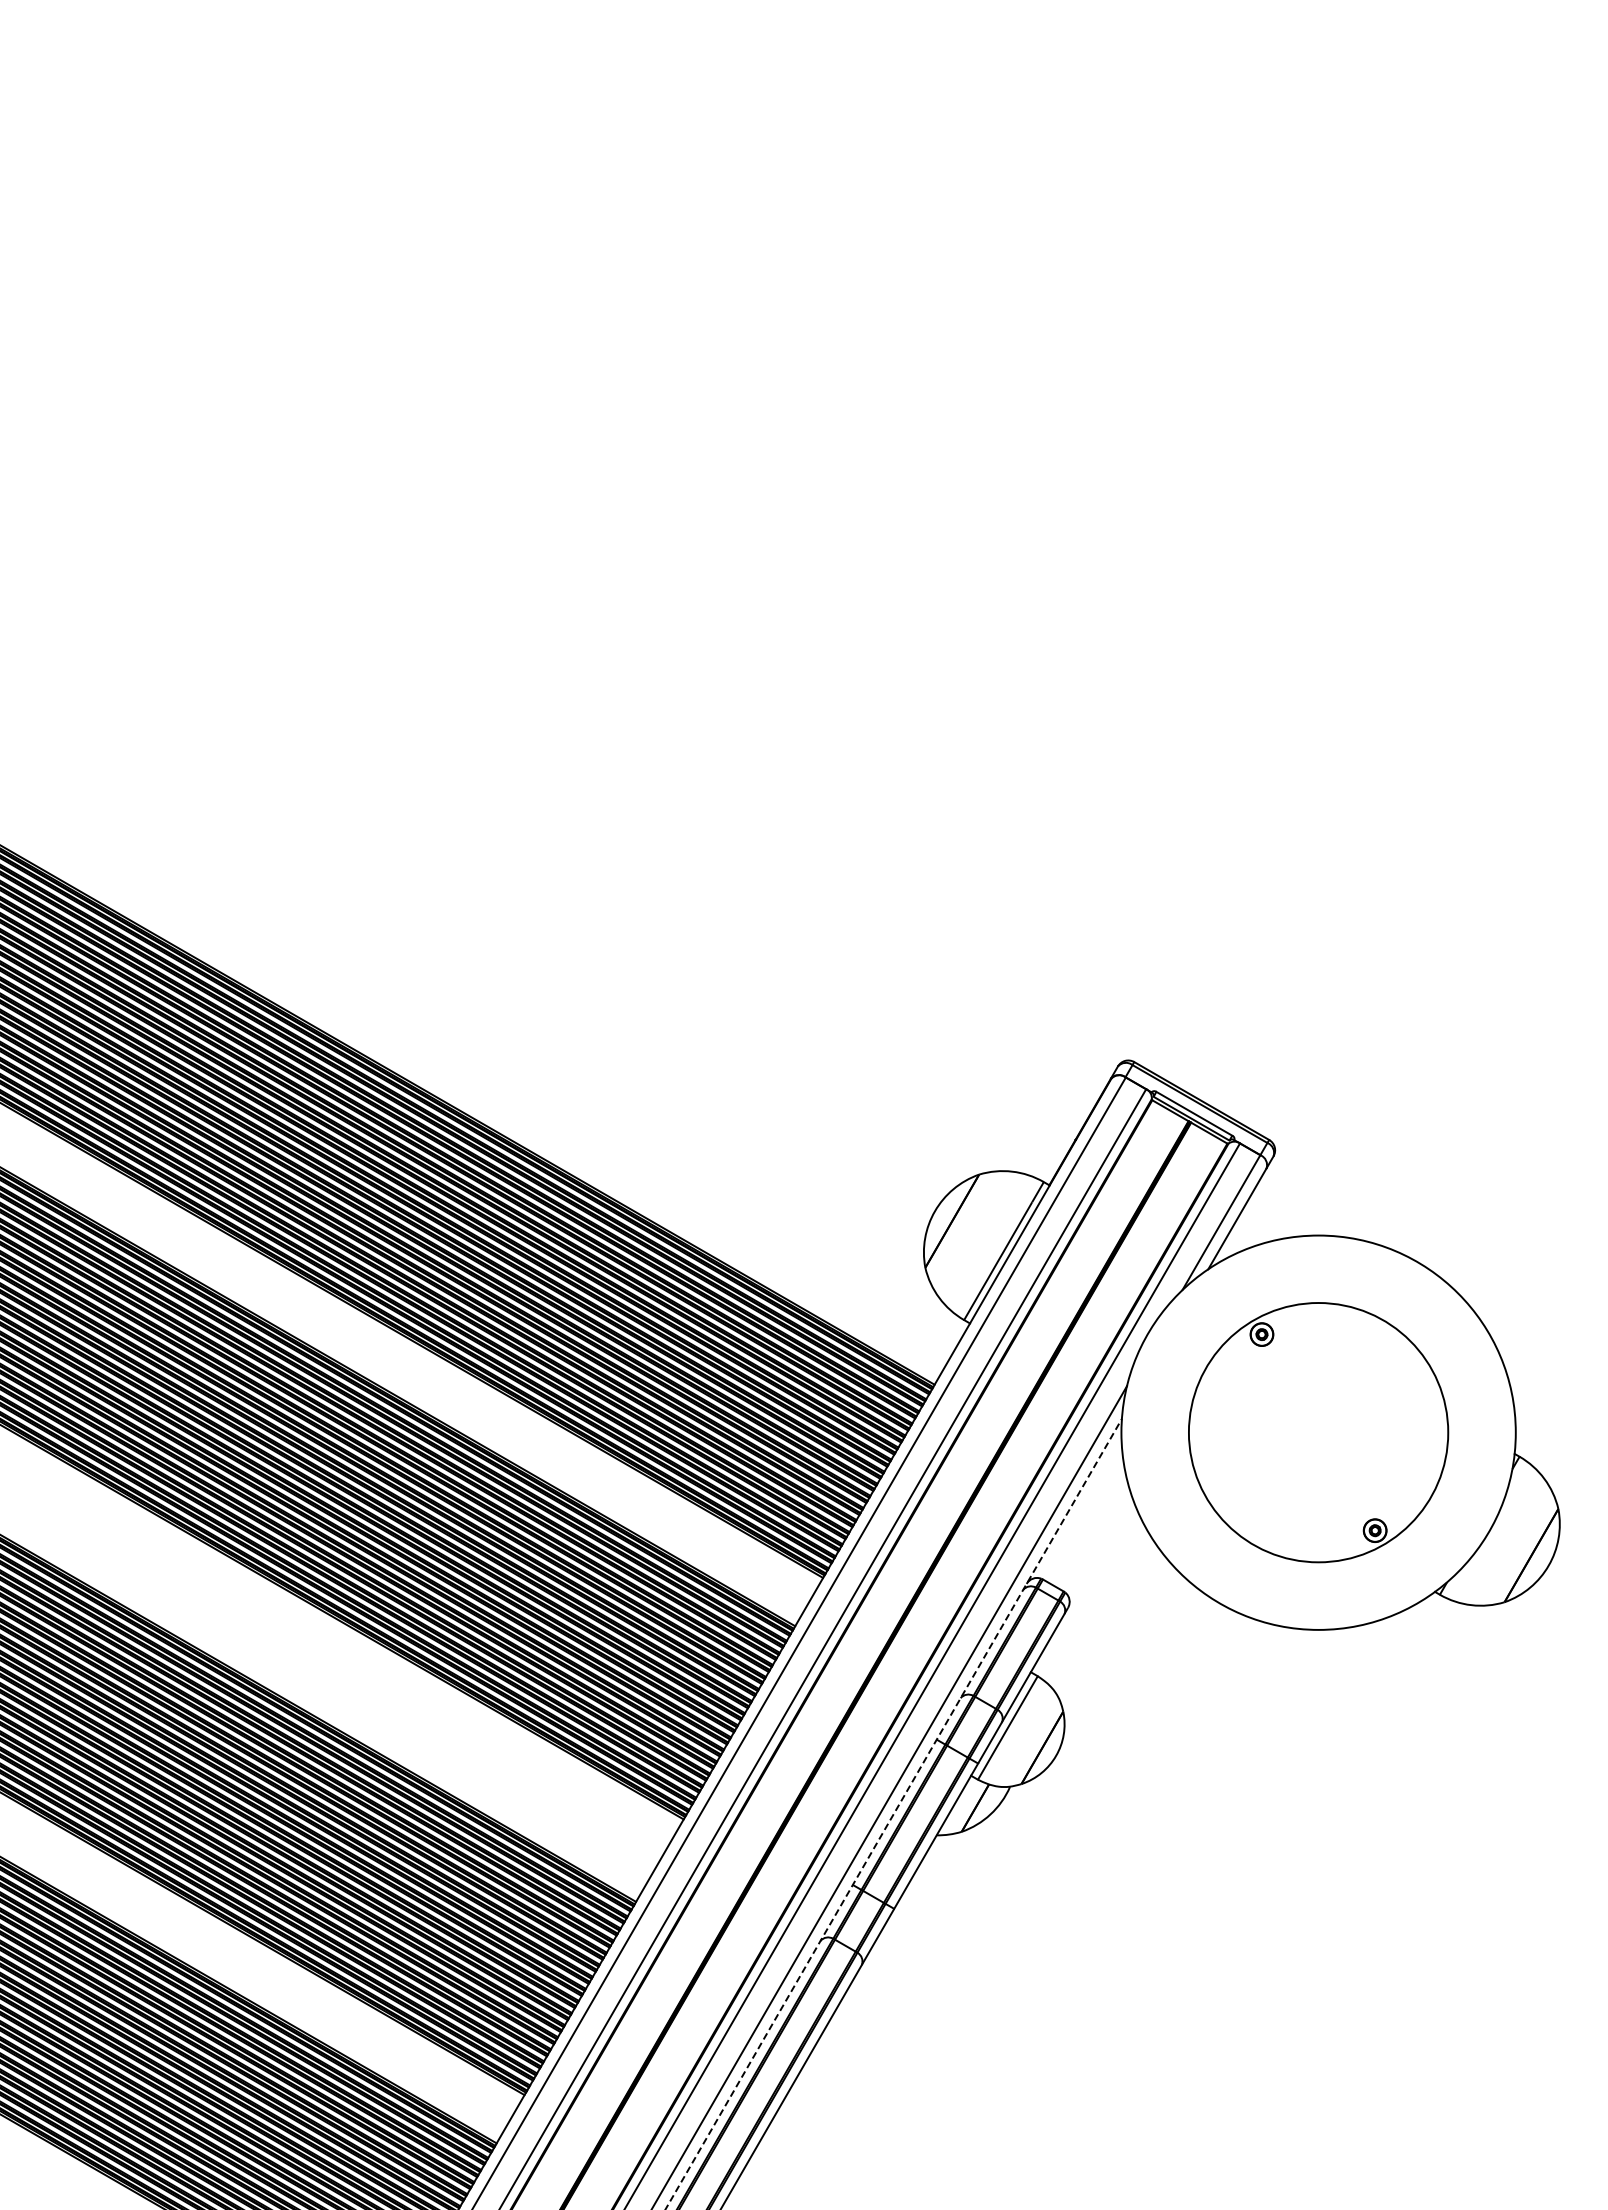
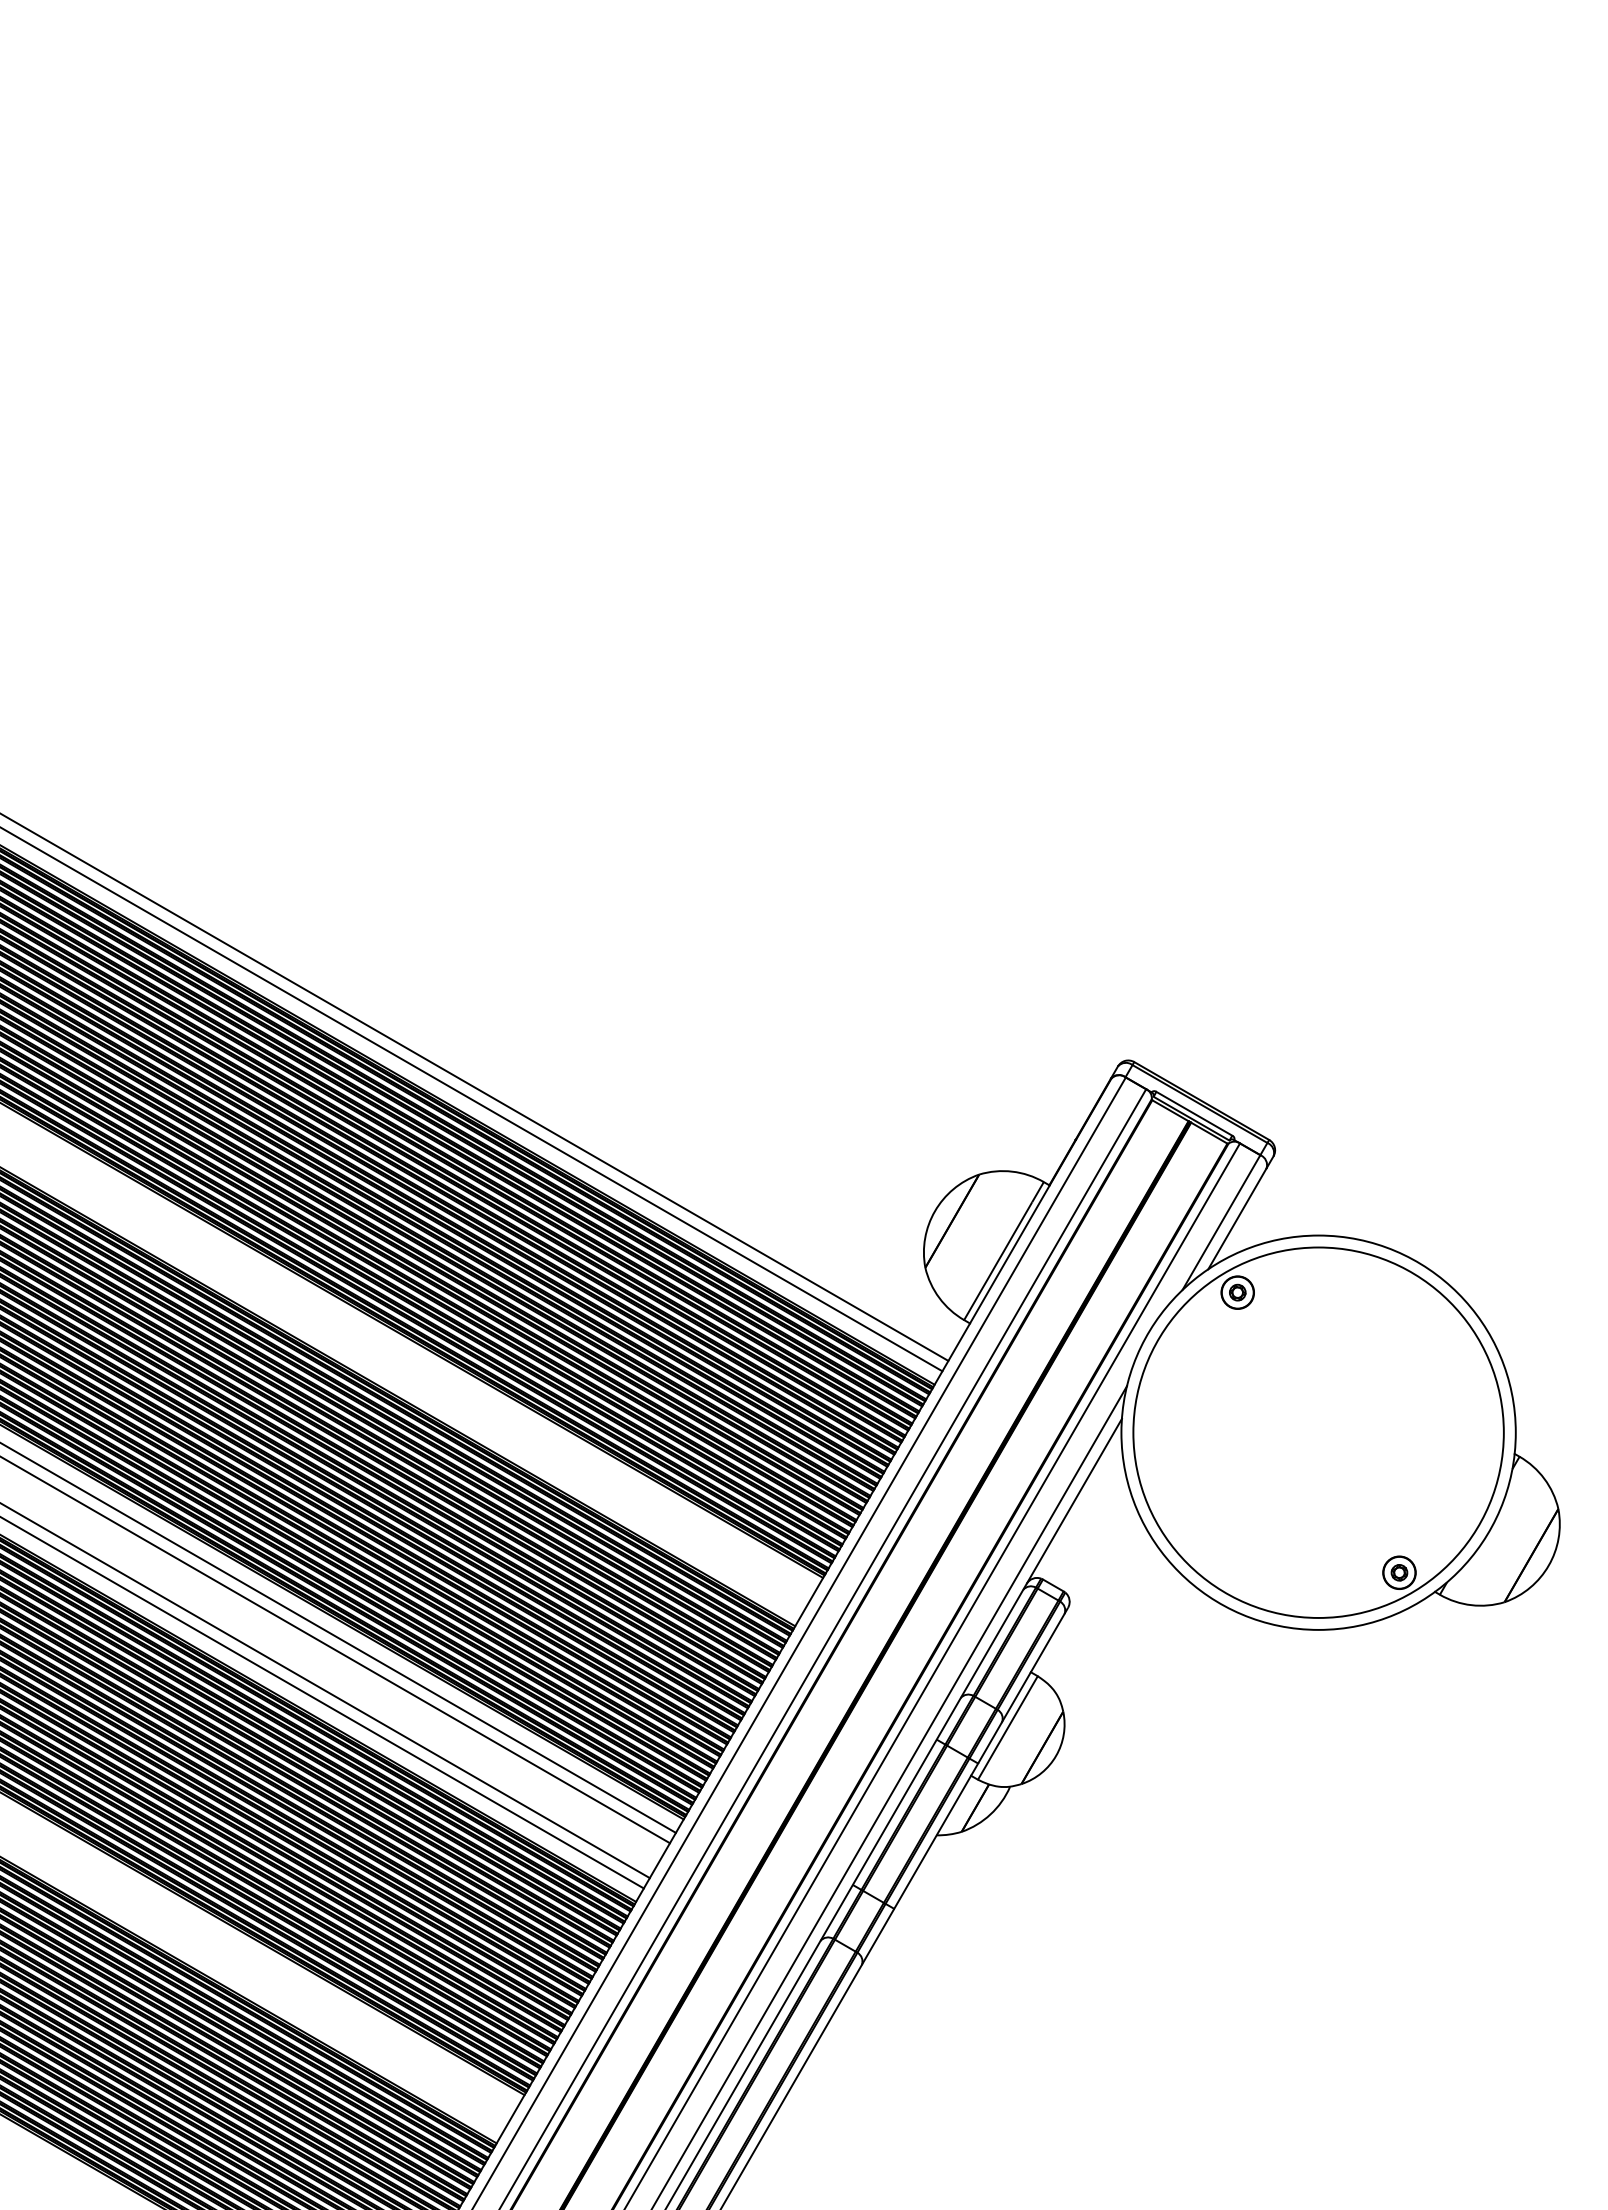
line at (475, 1087): none -> present
line at (472, 1099): none -> present
part at (1318, 1432) size: 262x262 px -> 373x373 px
line at (338, 1637): none -> present
line at (335, 1650): none -> present
line at (325, 1691): none -> present
line at (322, 1702): none -> present
line at (893, 1813): dashed -> solid
